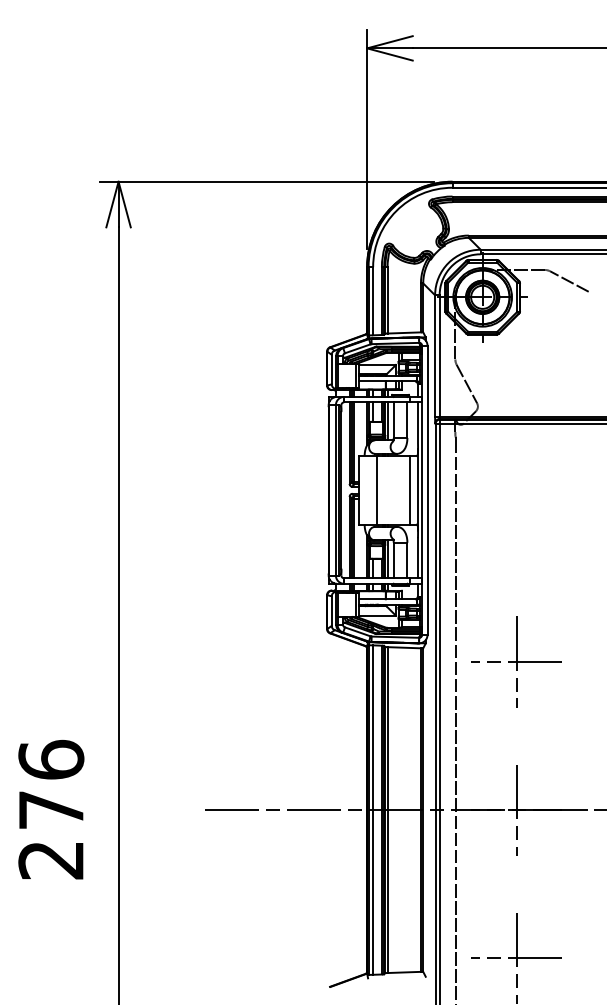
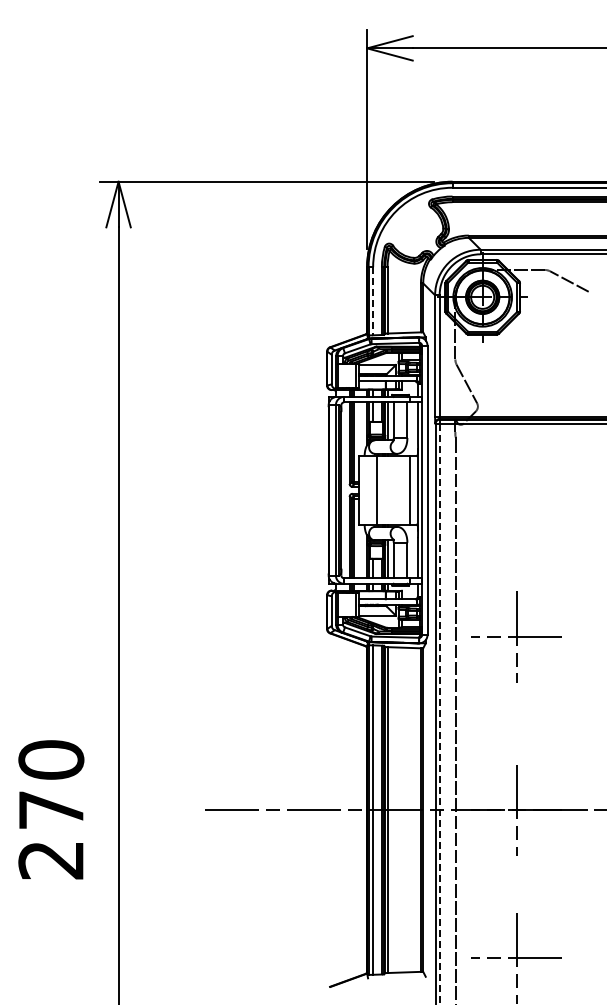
line at (373, 301): solid -> dashed
part at (516, 661) position: (516, 661) -> (516, 636)
line at (440, 714): solid -> dashed
text at (51, 759): 276 -> 270
